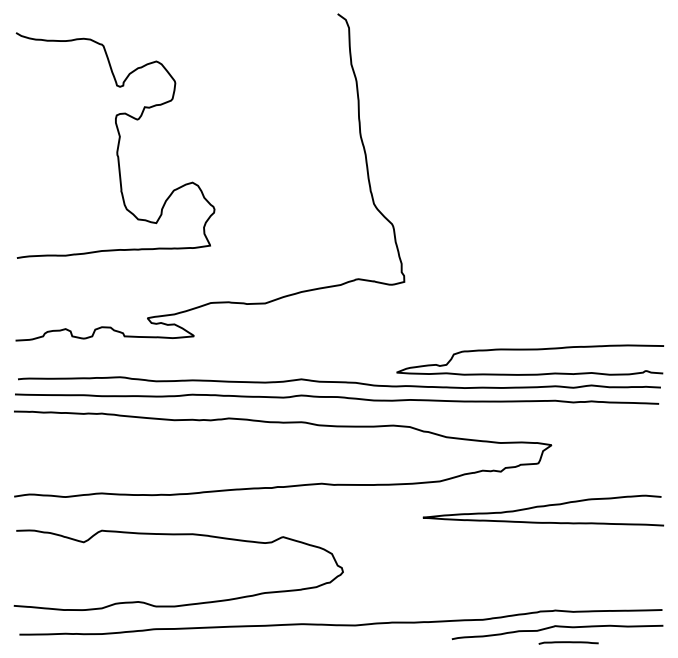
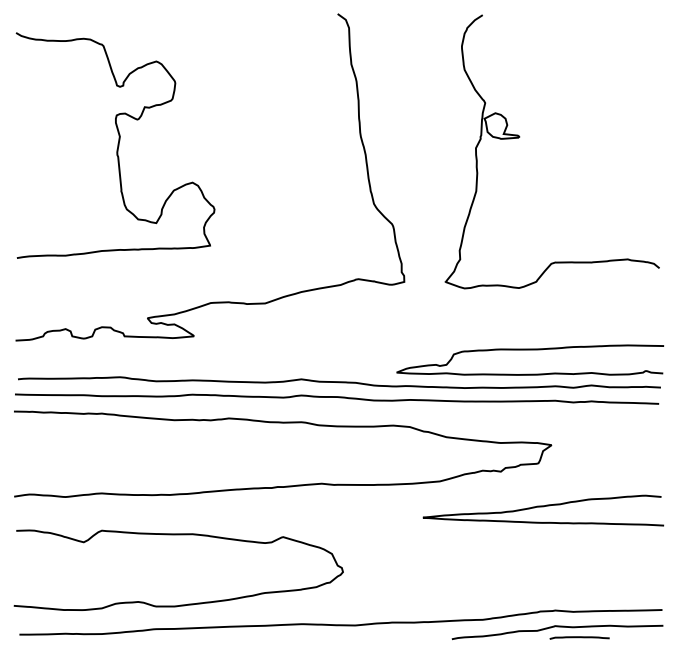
part at (520, 137): none -> present
line at (568, 642) position: (568, 642) -> (579, 637)
